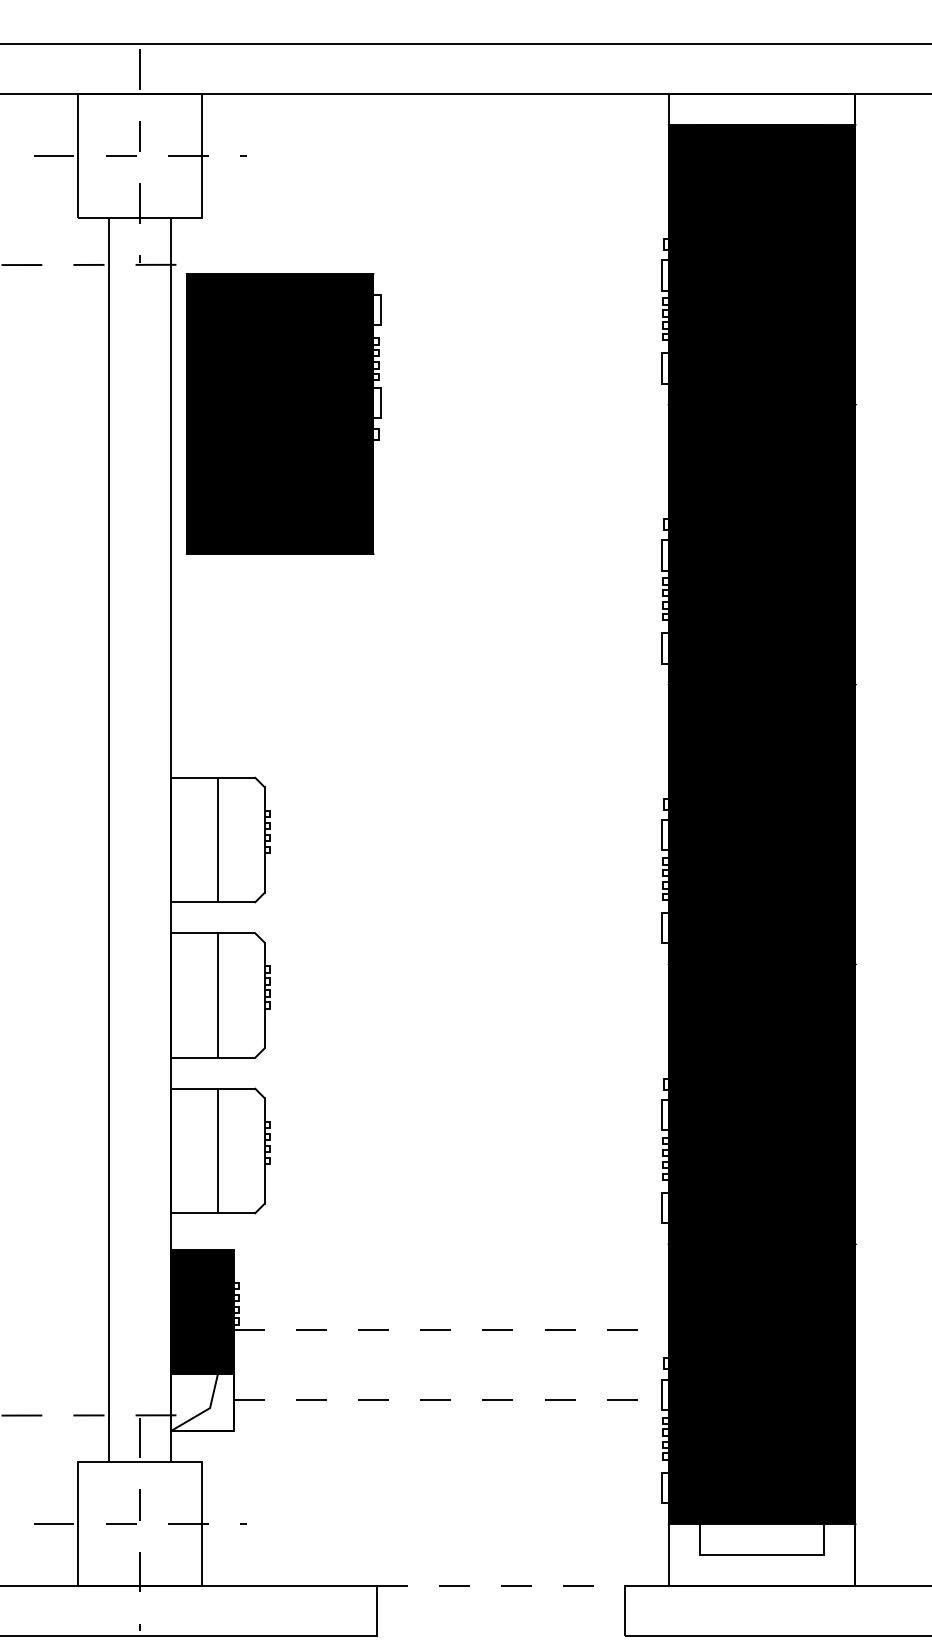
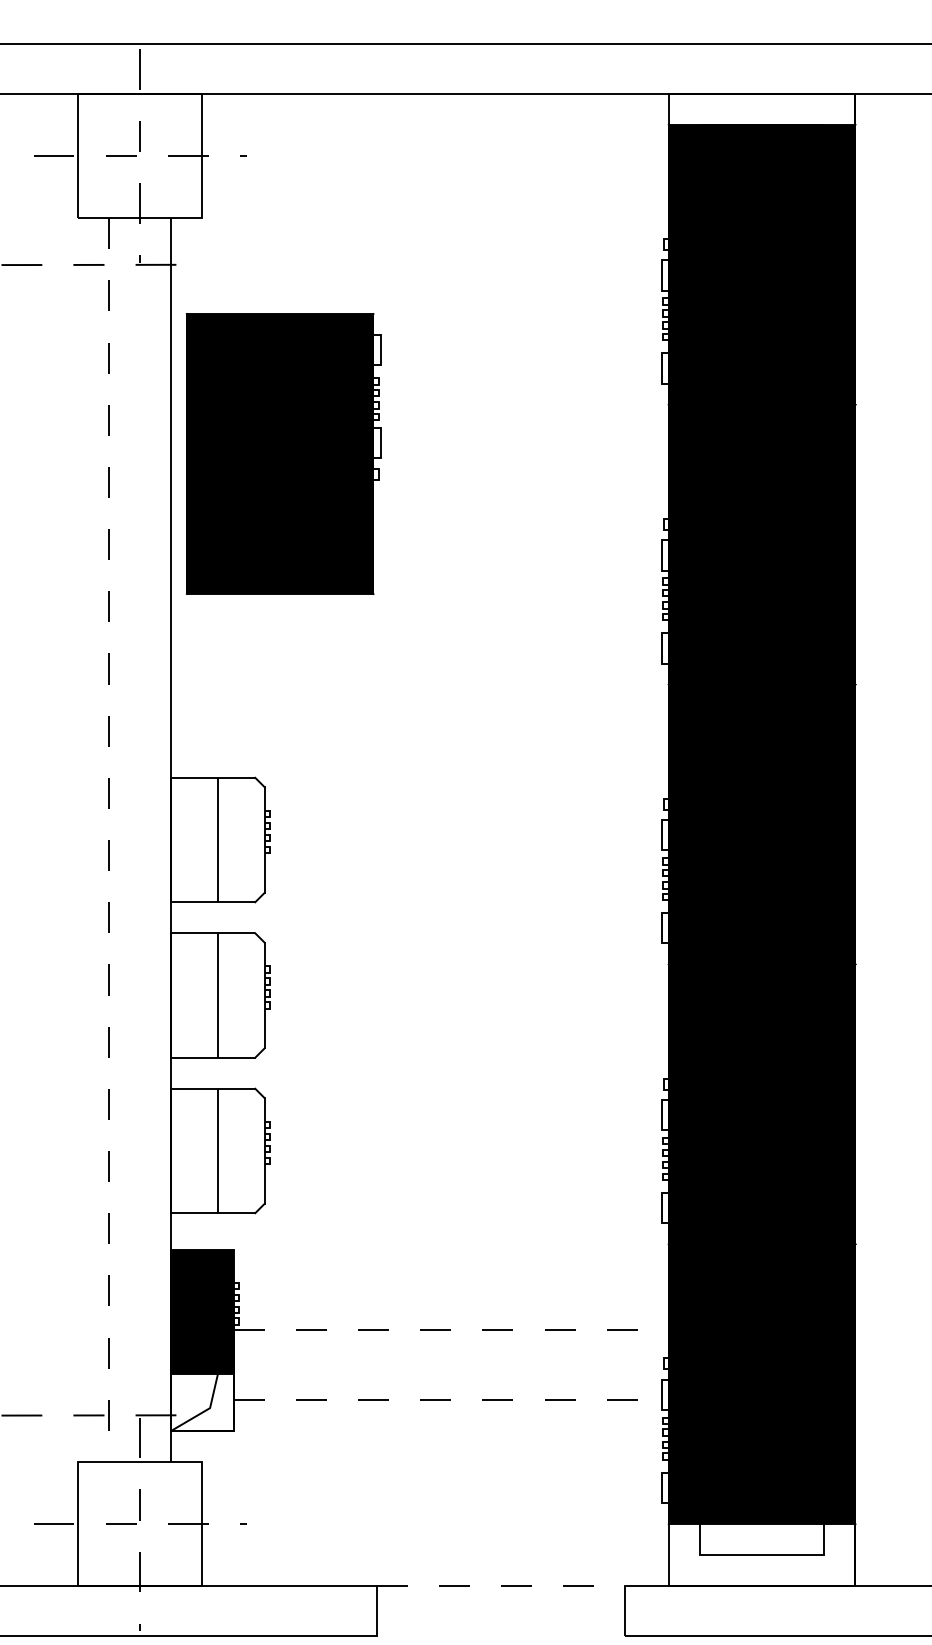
part at (283, 413) position: (283, 413) -> (283, 453)
line at (109, 840): solid -> dashed
